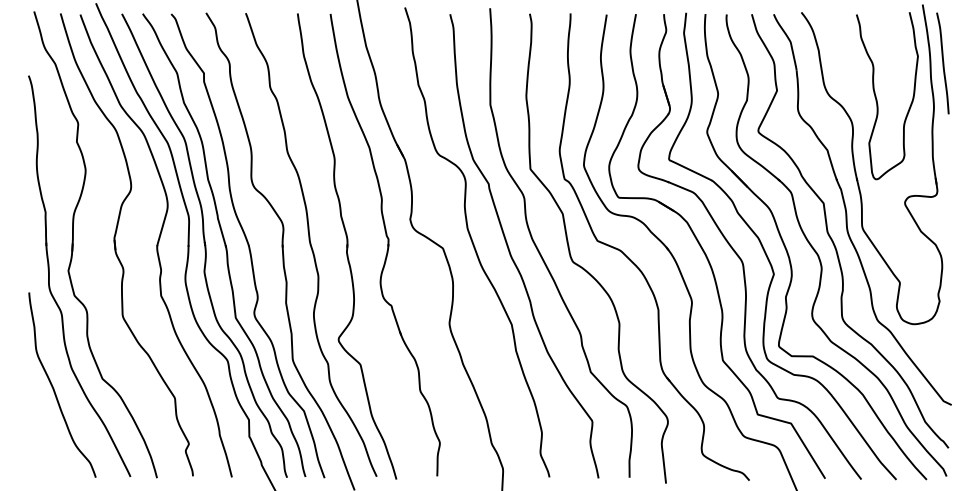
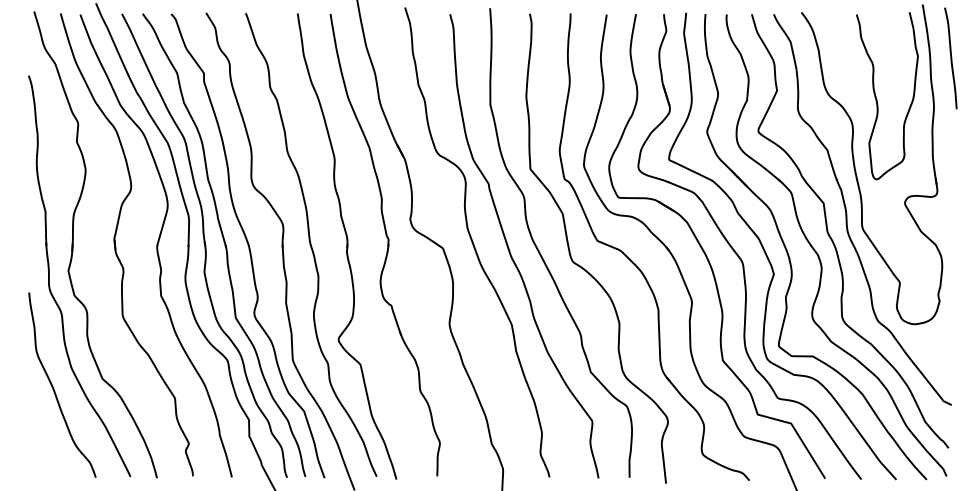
curve at (942, 63) position: (942, 63) -> (950, 58)
